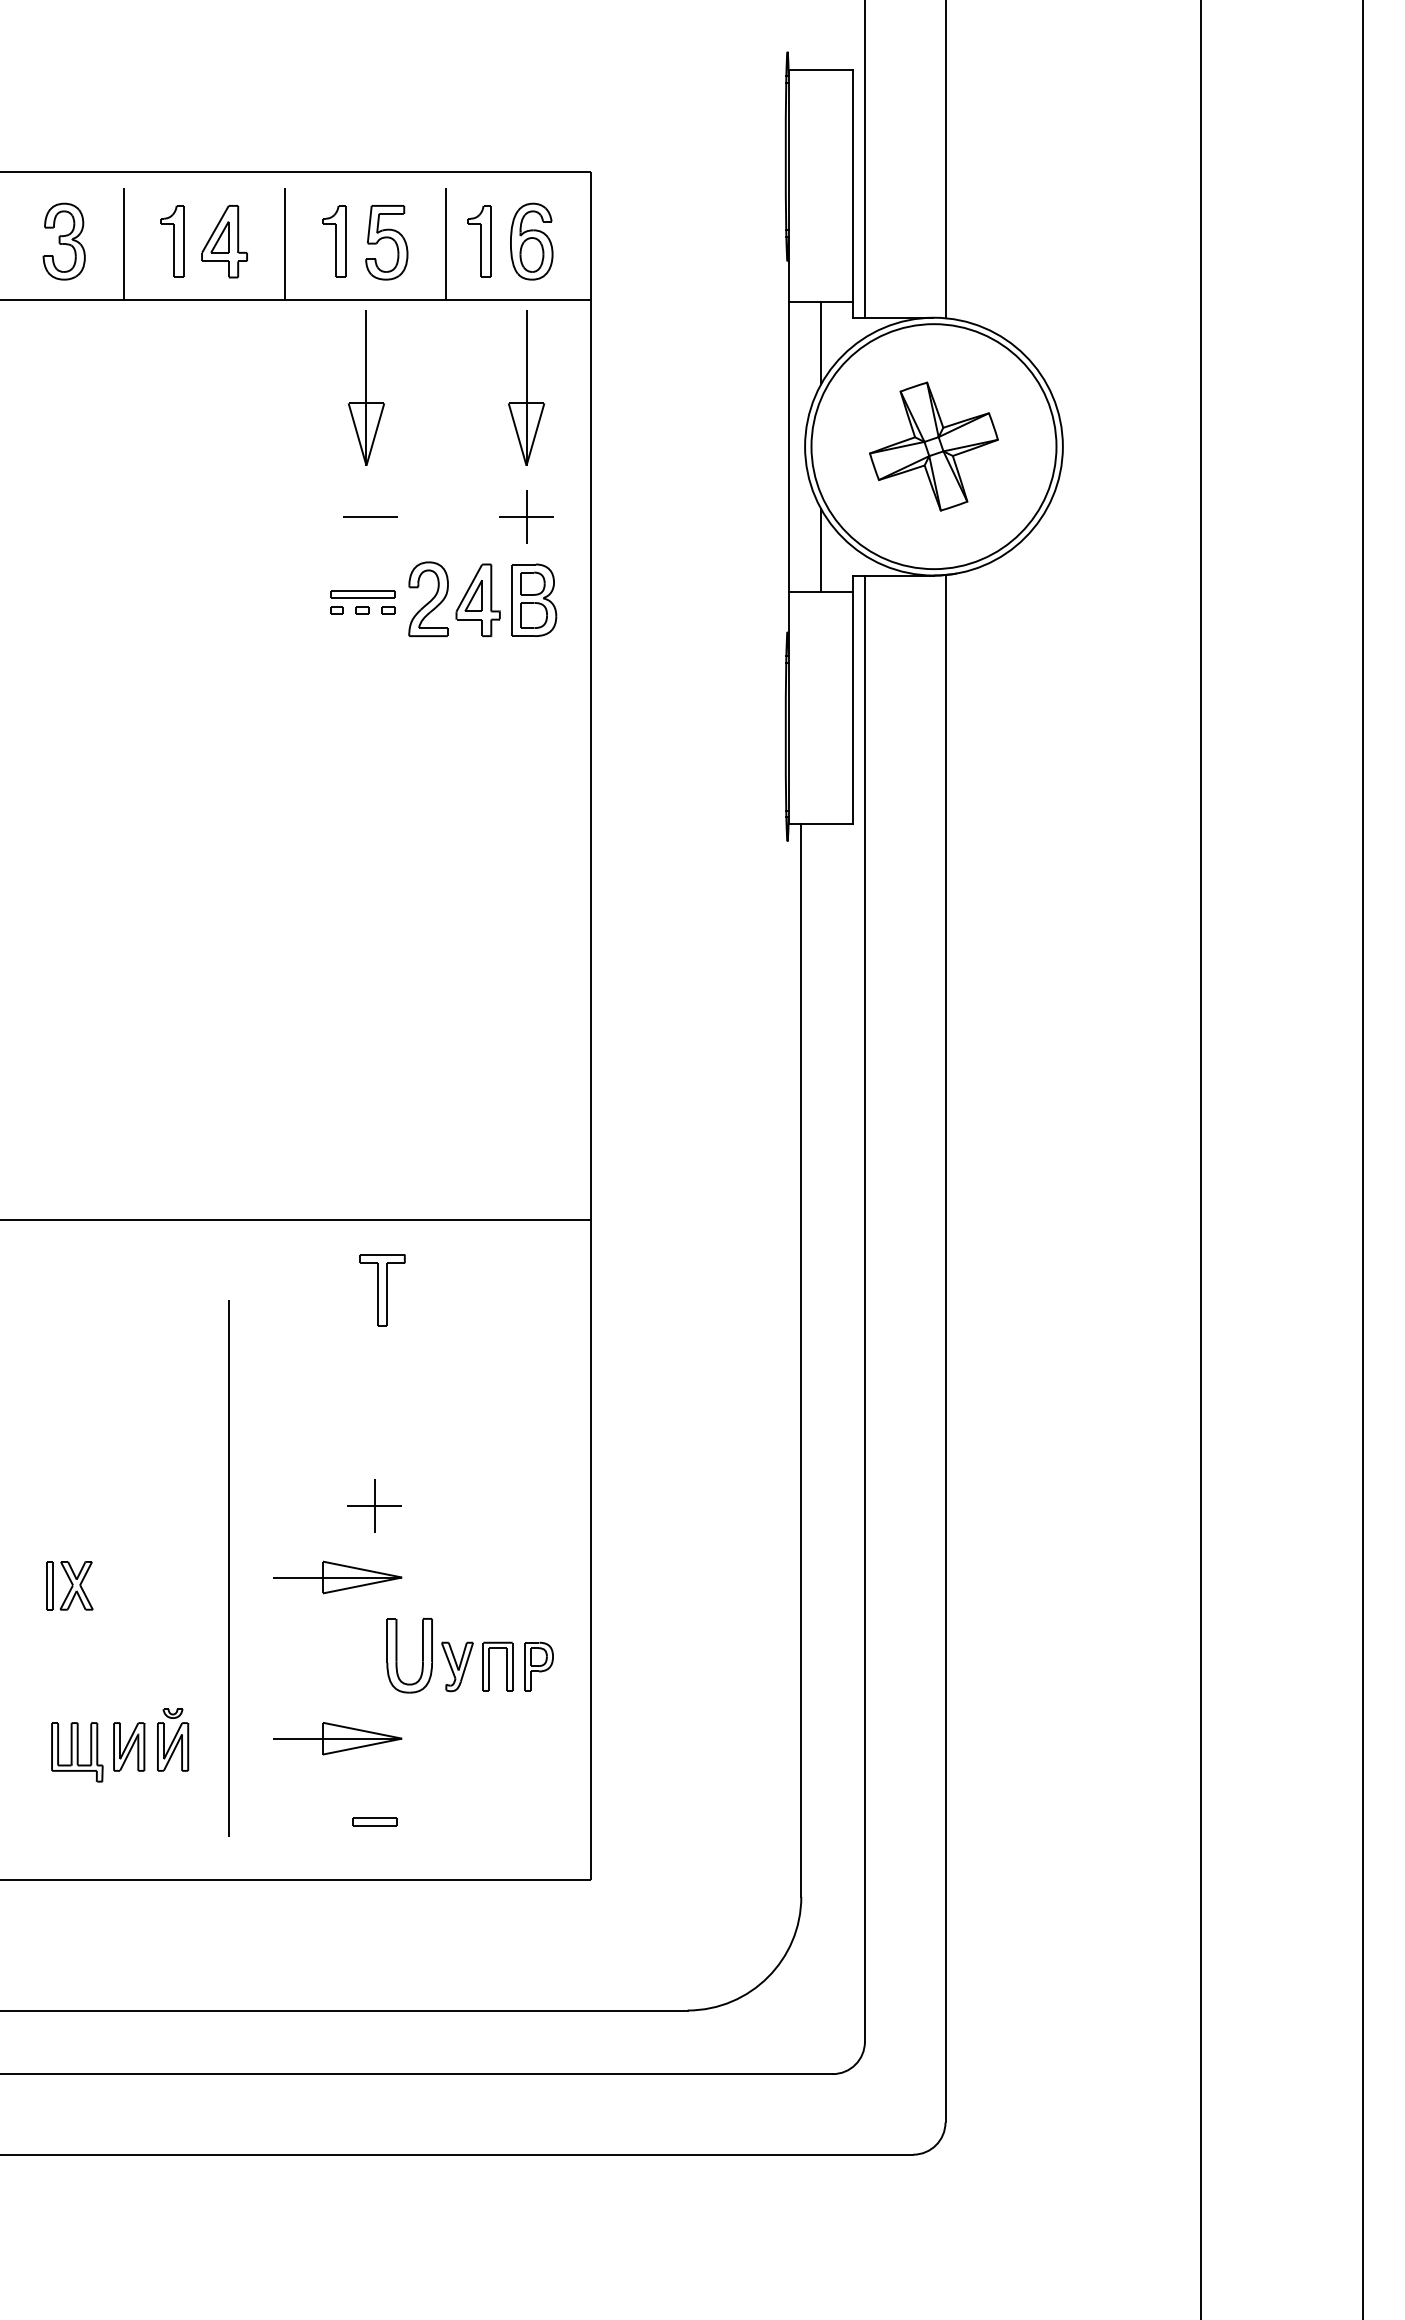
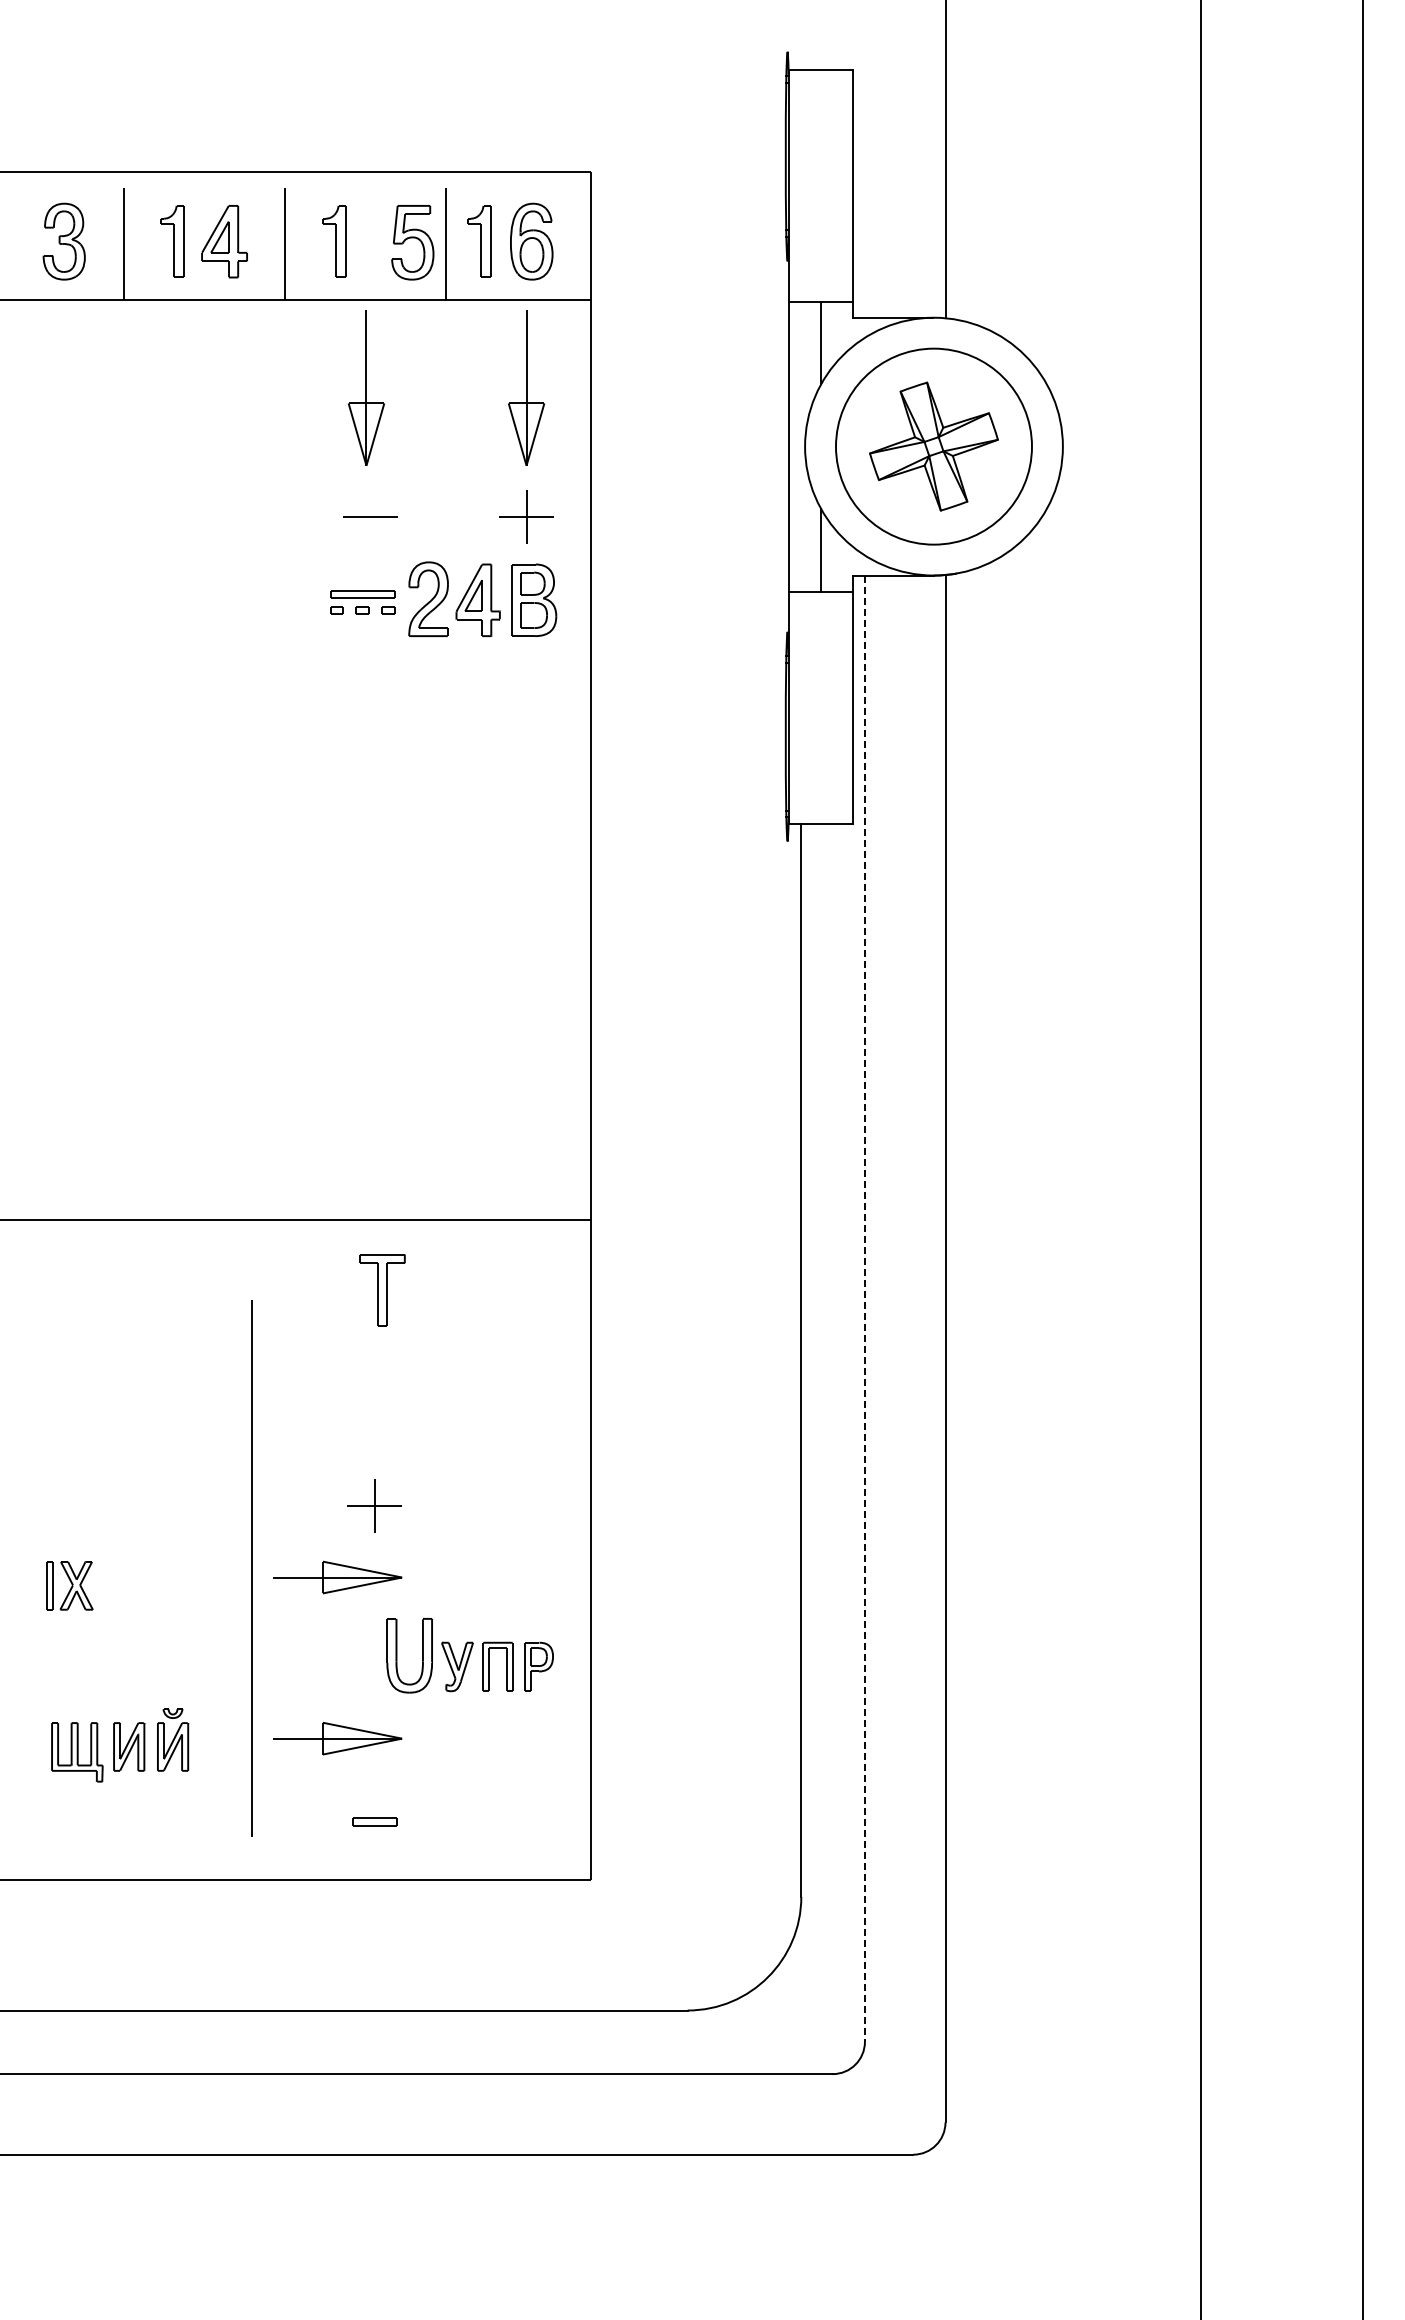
line at (864, 159): present -> none
part at (386, 242) position: (386, 242) -> (412, 242)
circle at (933, 446) diameter: 245 px -> 196 px
line at (864, 1309): solid -> dashed
line at (228, 1568) position: (228, 1568) -> (251, 1568)
